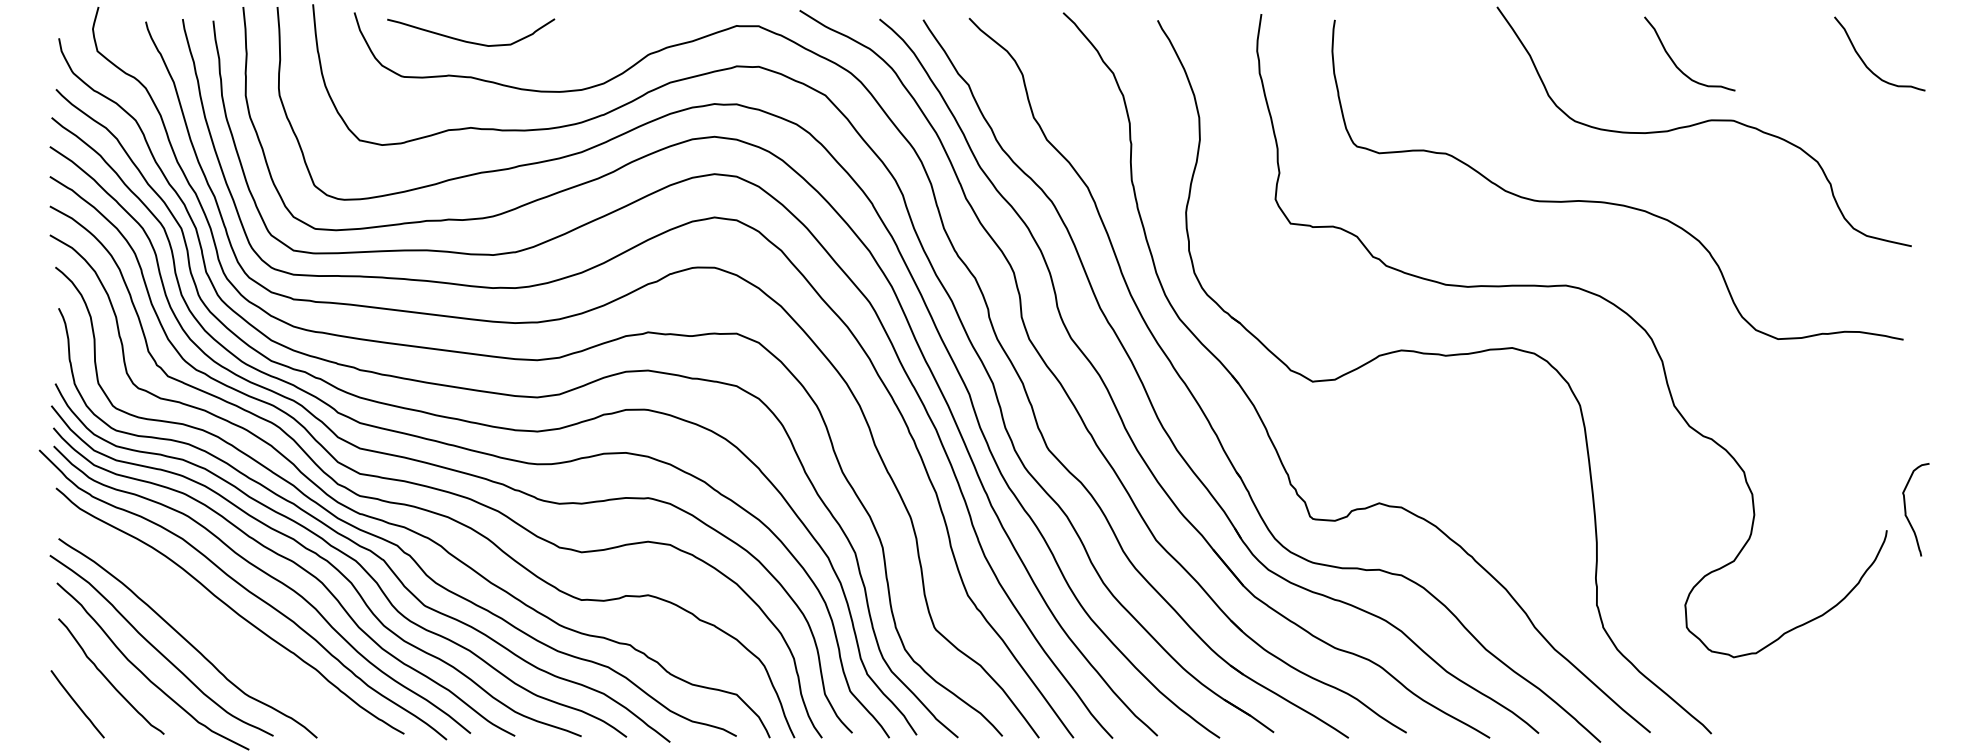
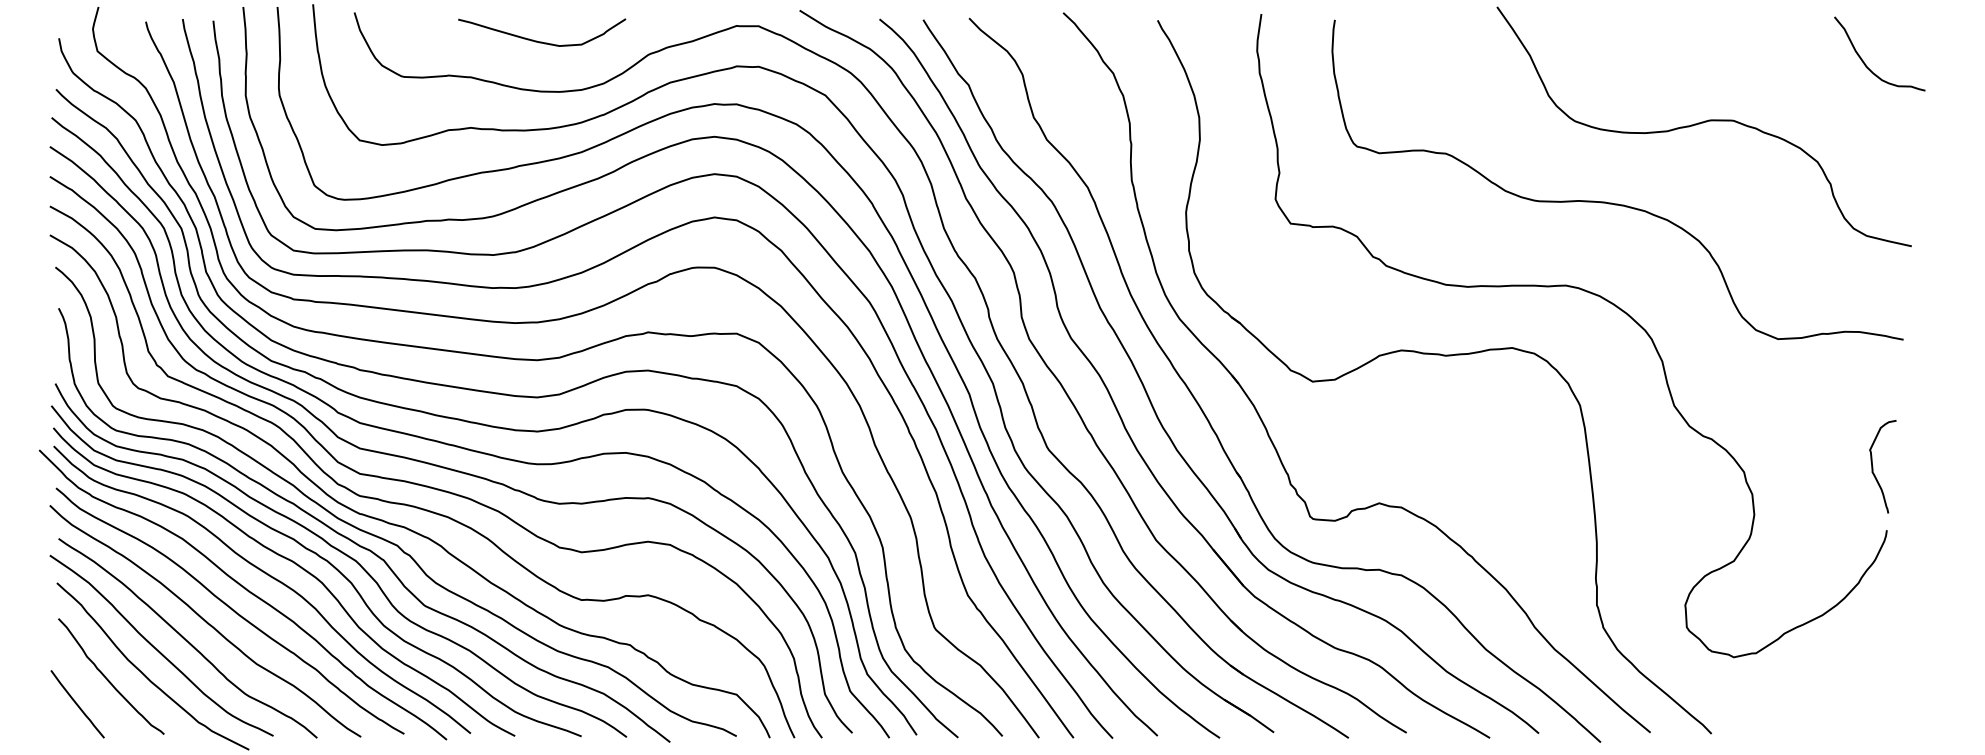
curve at (471, 41) position: (471, 41) -> (542, 41)
curve at (1674, 61): present -> none
curve at (1906, 509) position: (1906, 509) -> (1873, 466)
curve at (205, 621): none -> present
